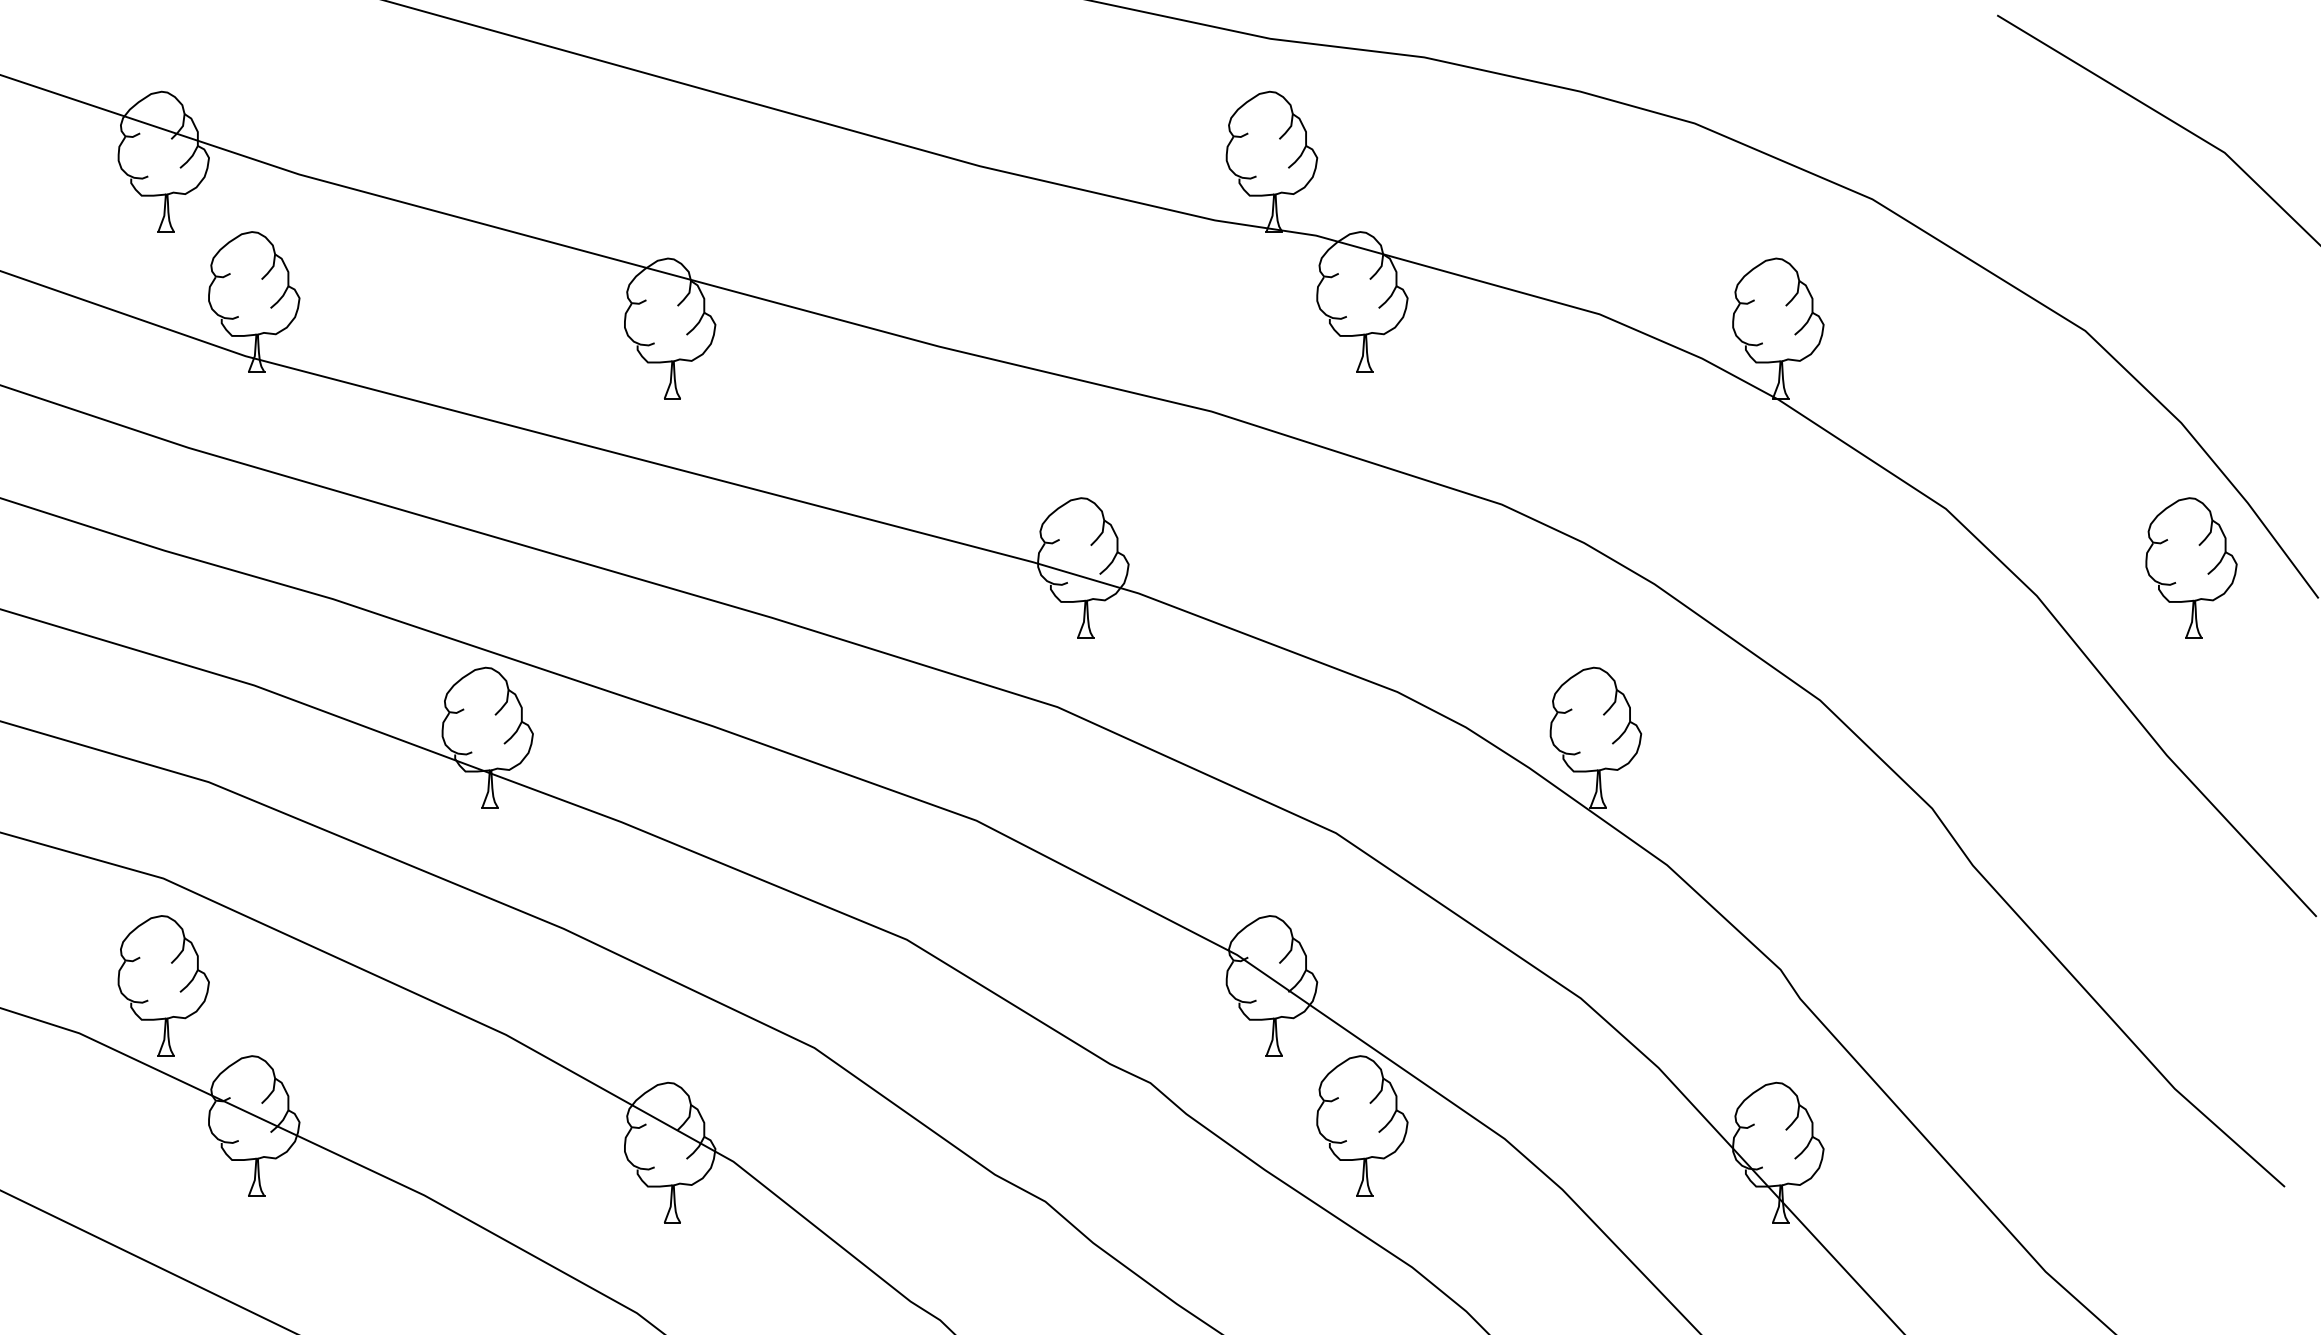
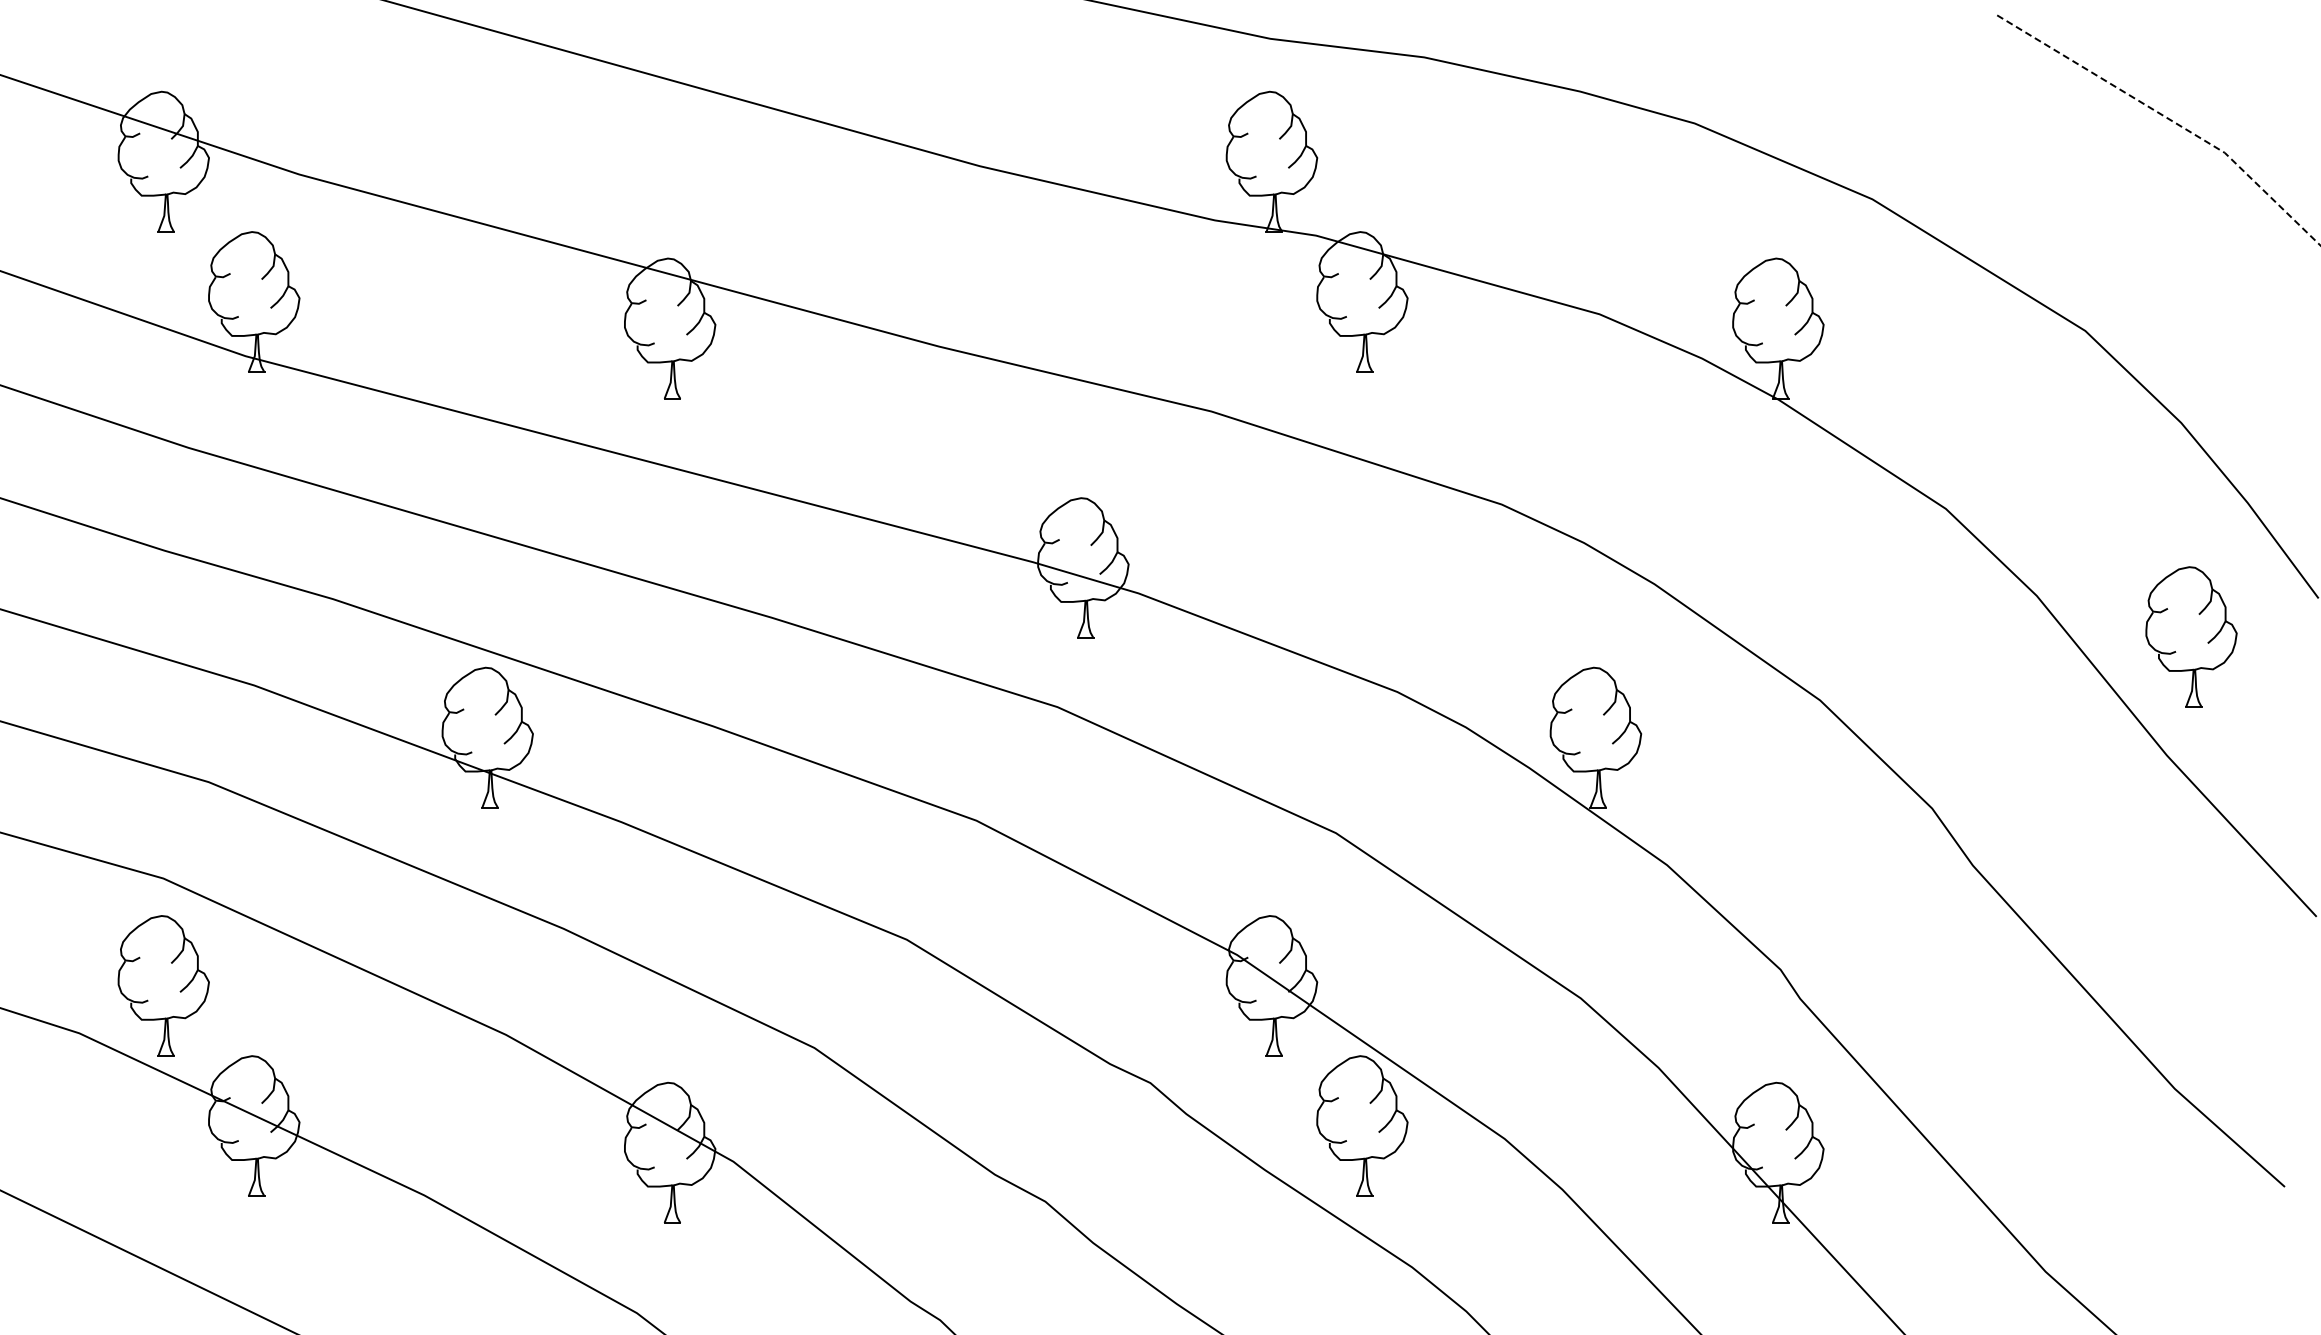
line at (2169, 119): solid -> dashed
part at (2191, 567) position: (2191, 567) -> (2191, 636)
